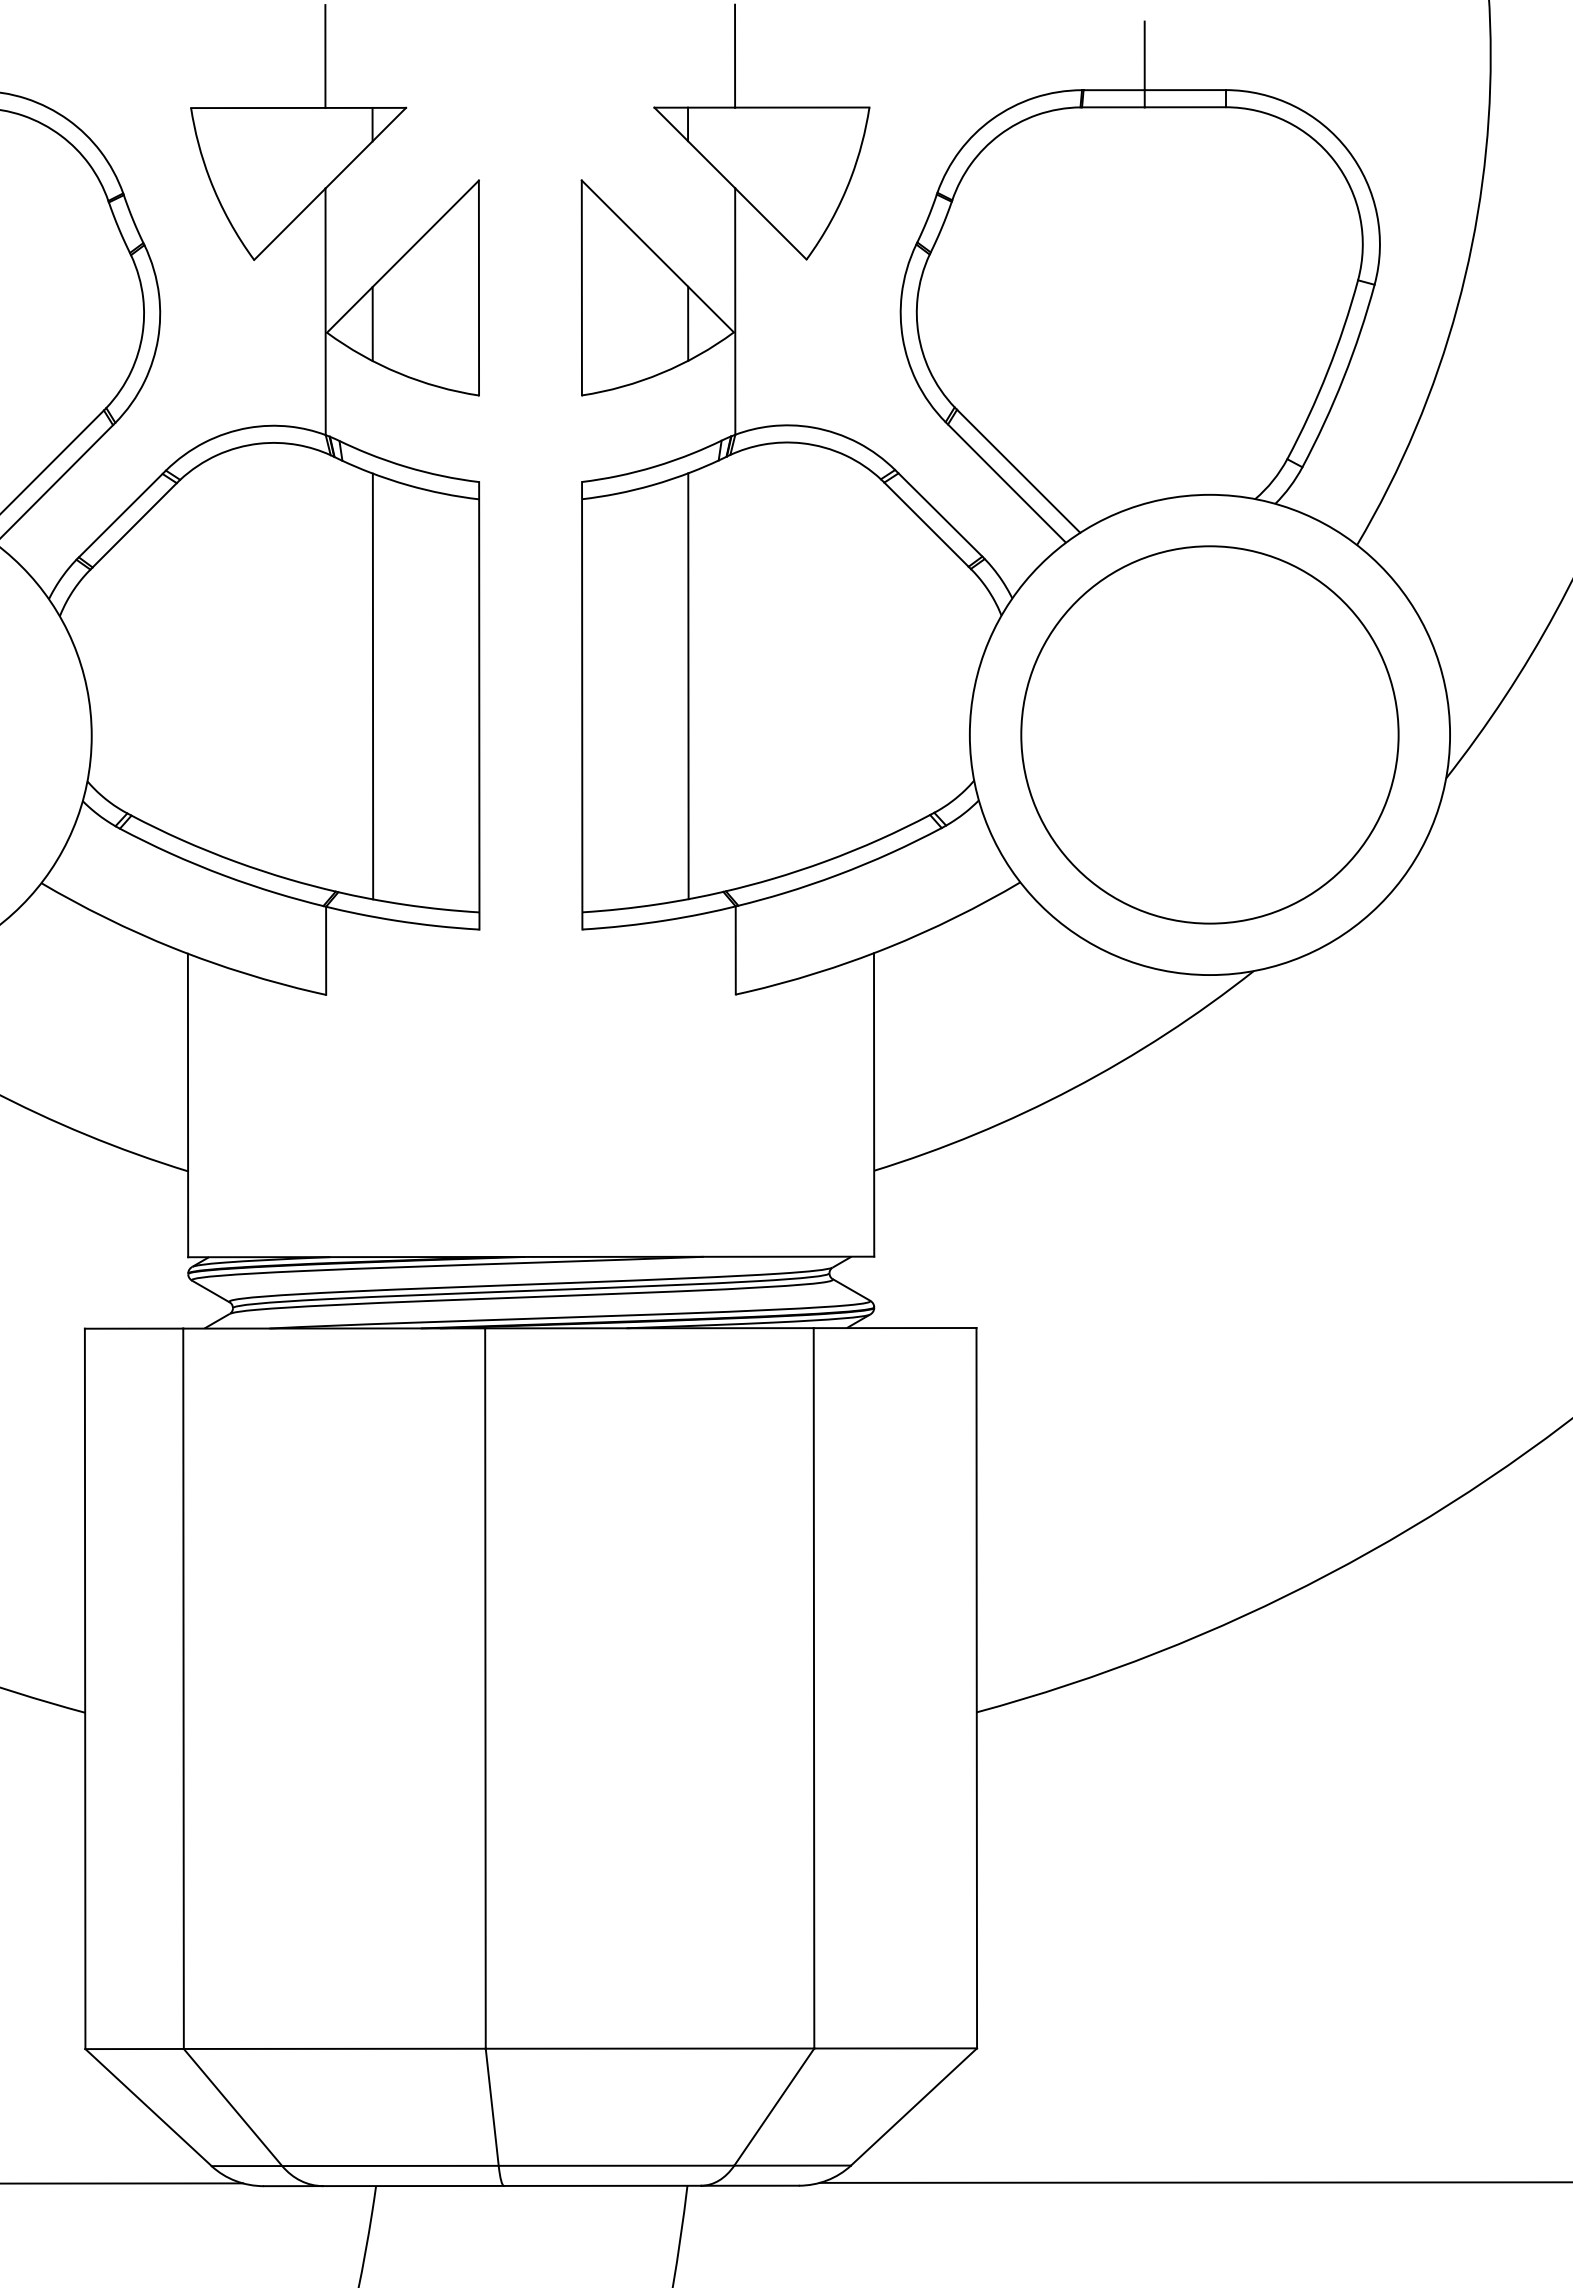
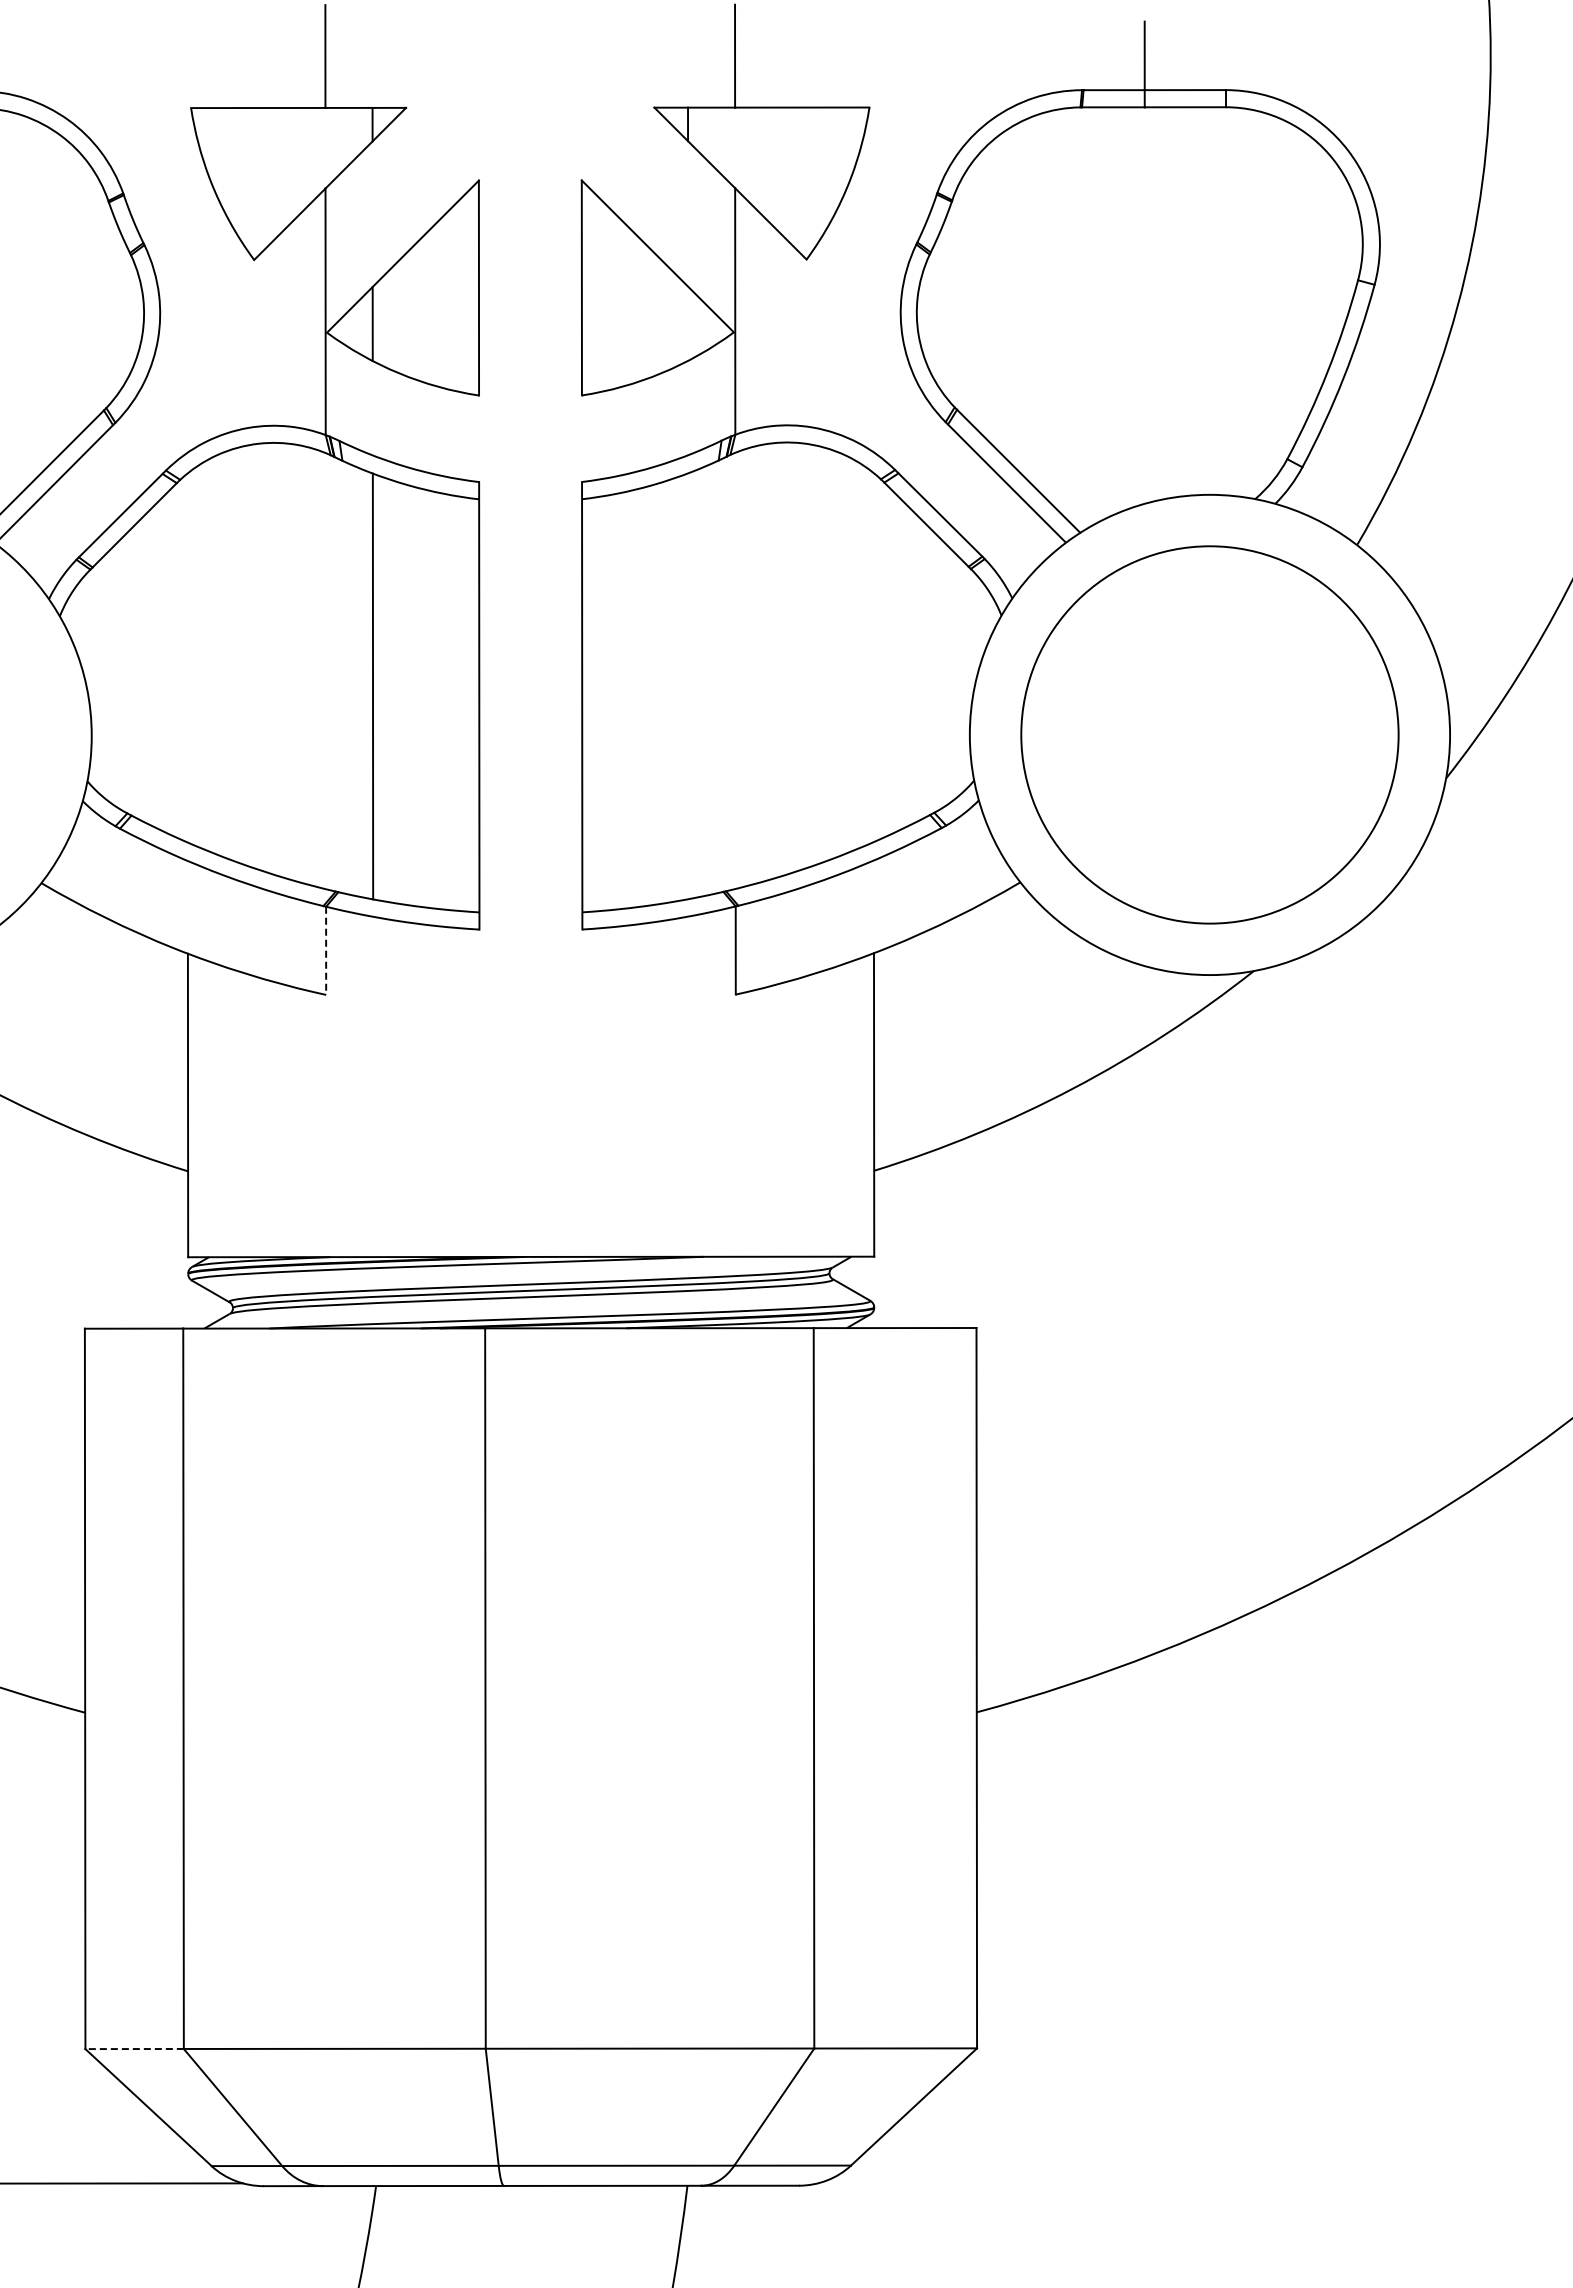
line at (688, 323): present -> none
line at (688, 686): present -> none
line at (326, 951): solid -> dashed
line at (134, 2049): solid -> dashed
line at (1194, 2182): present -> none
